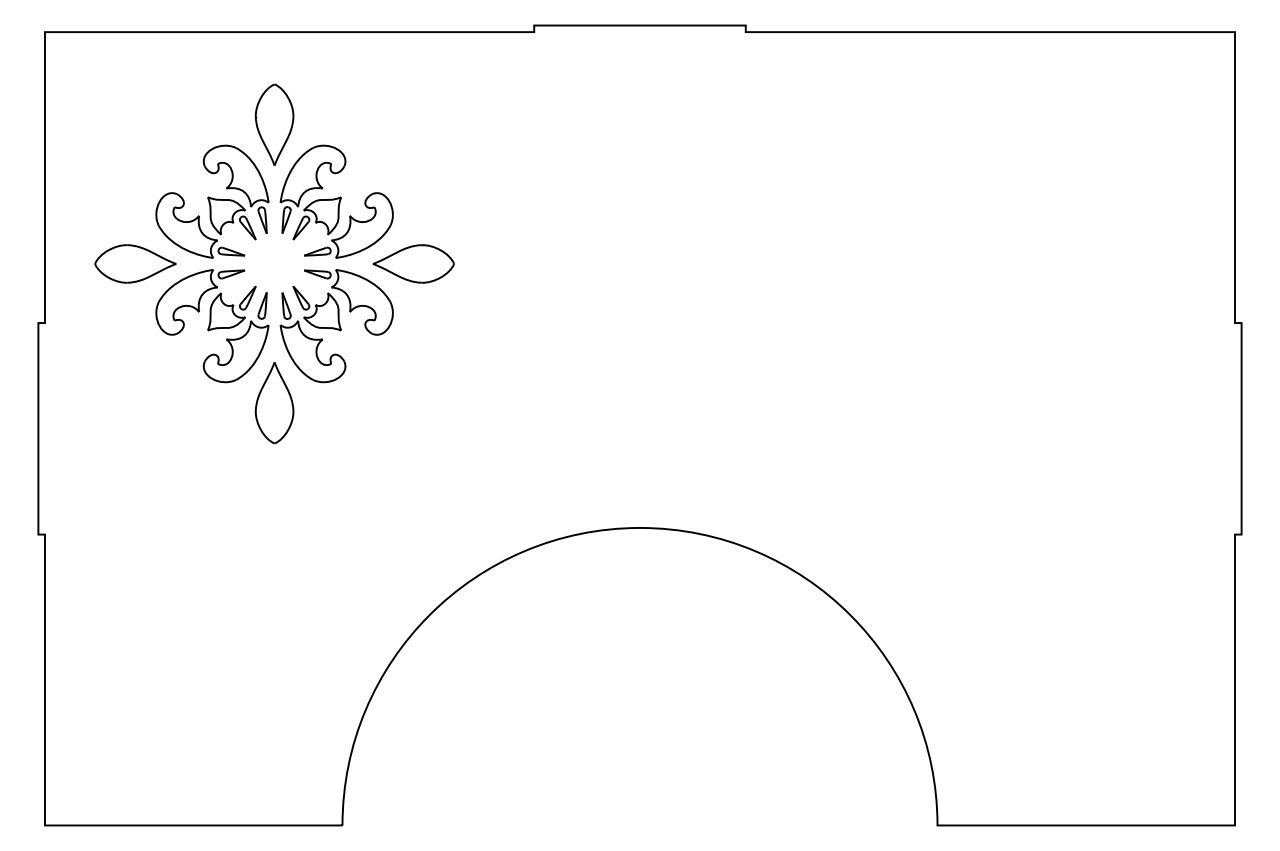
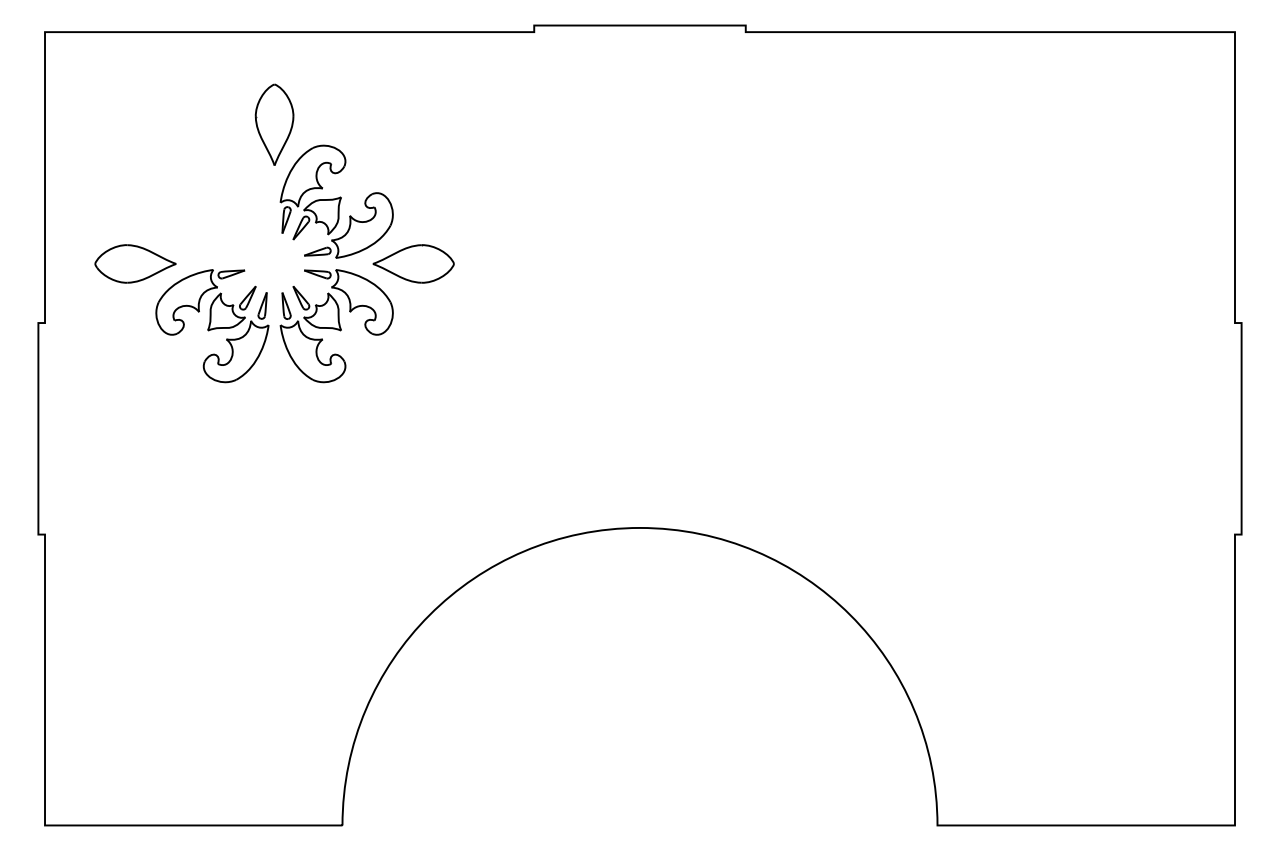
part at (212, 201): present -> none
part at (274, 403): present -> none
